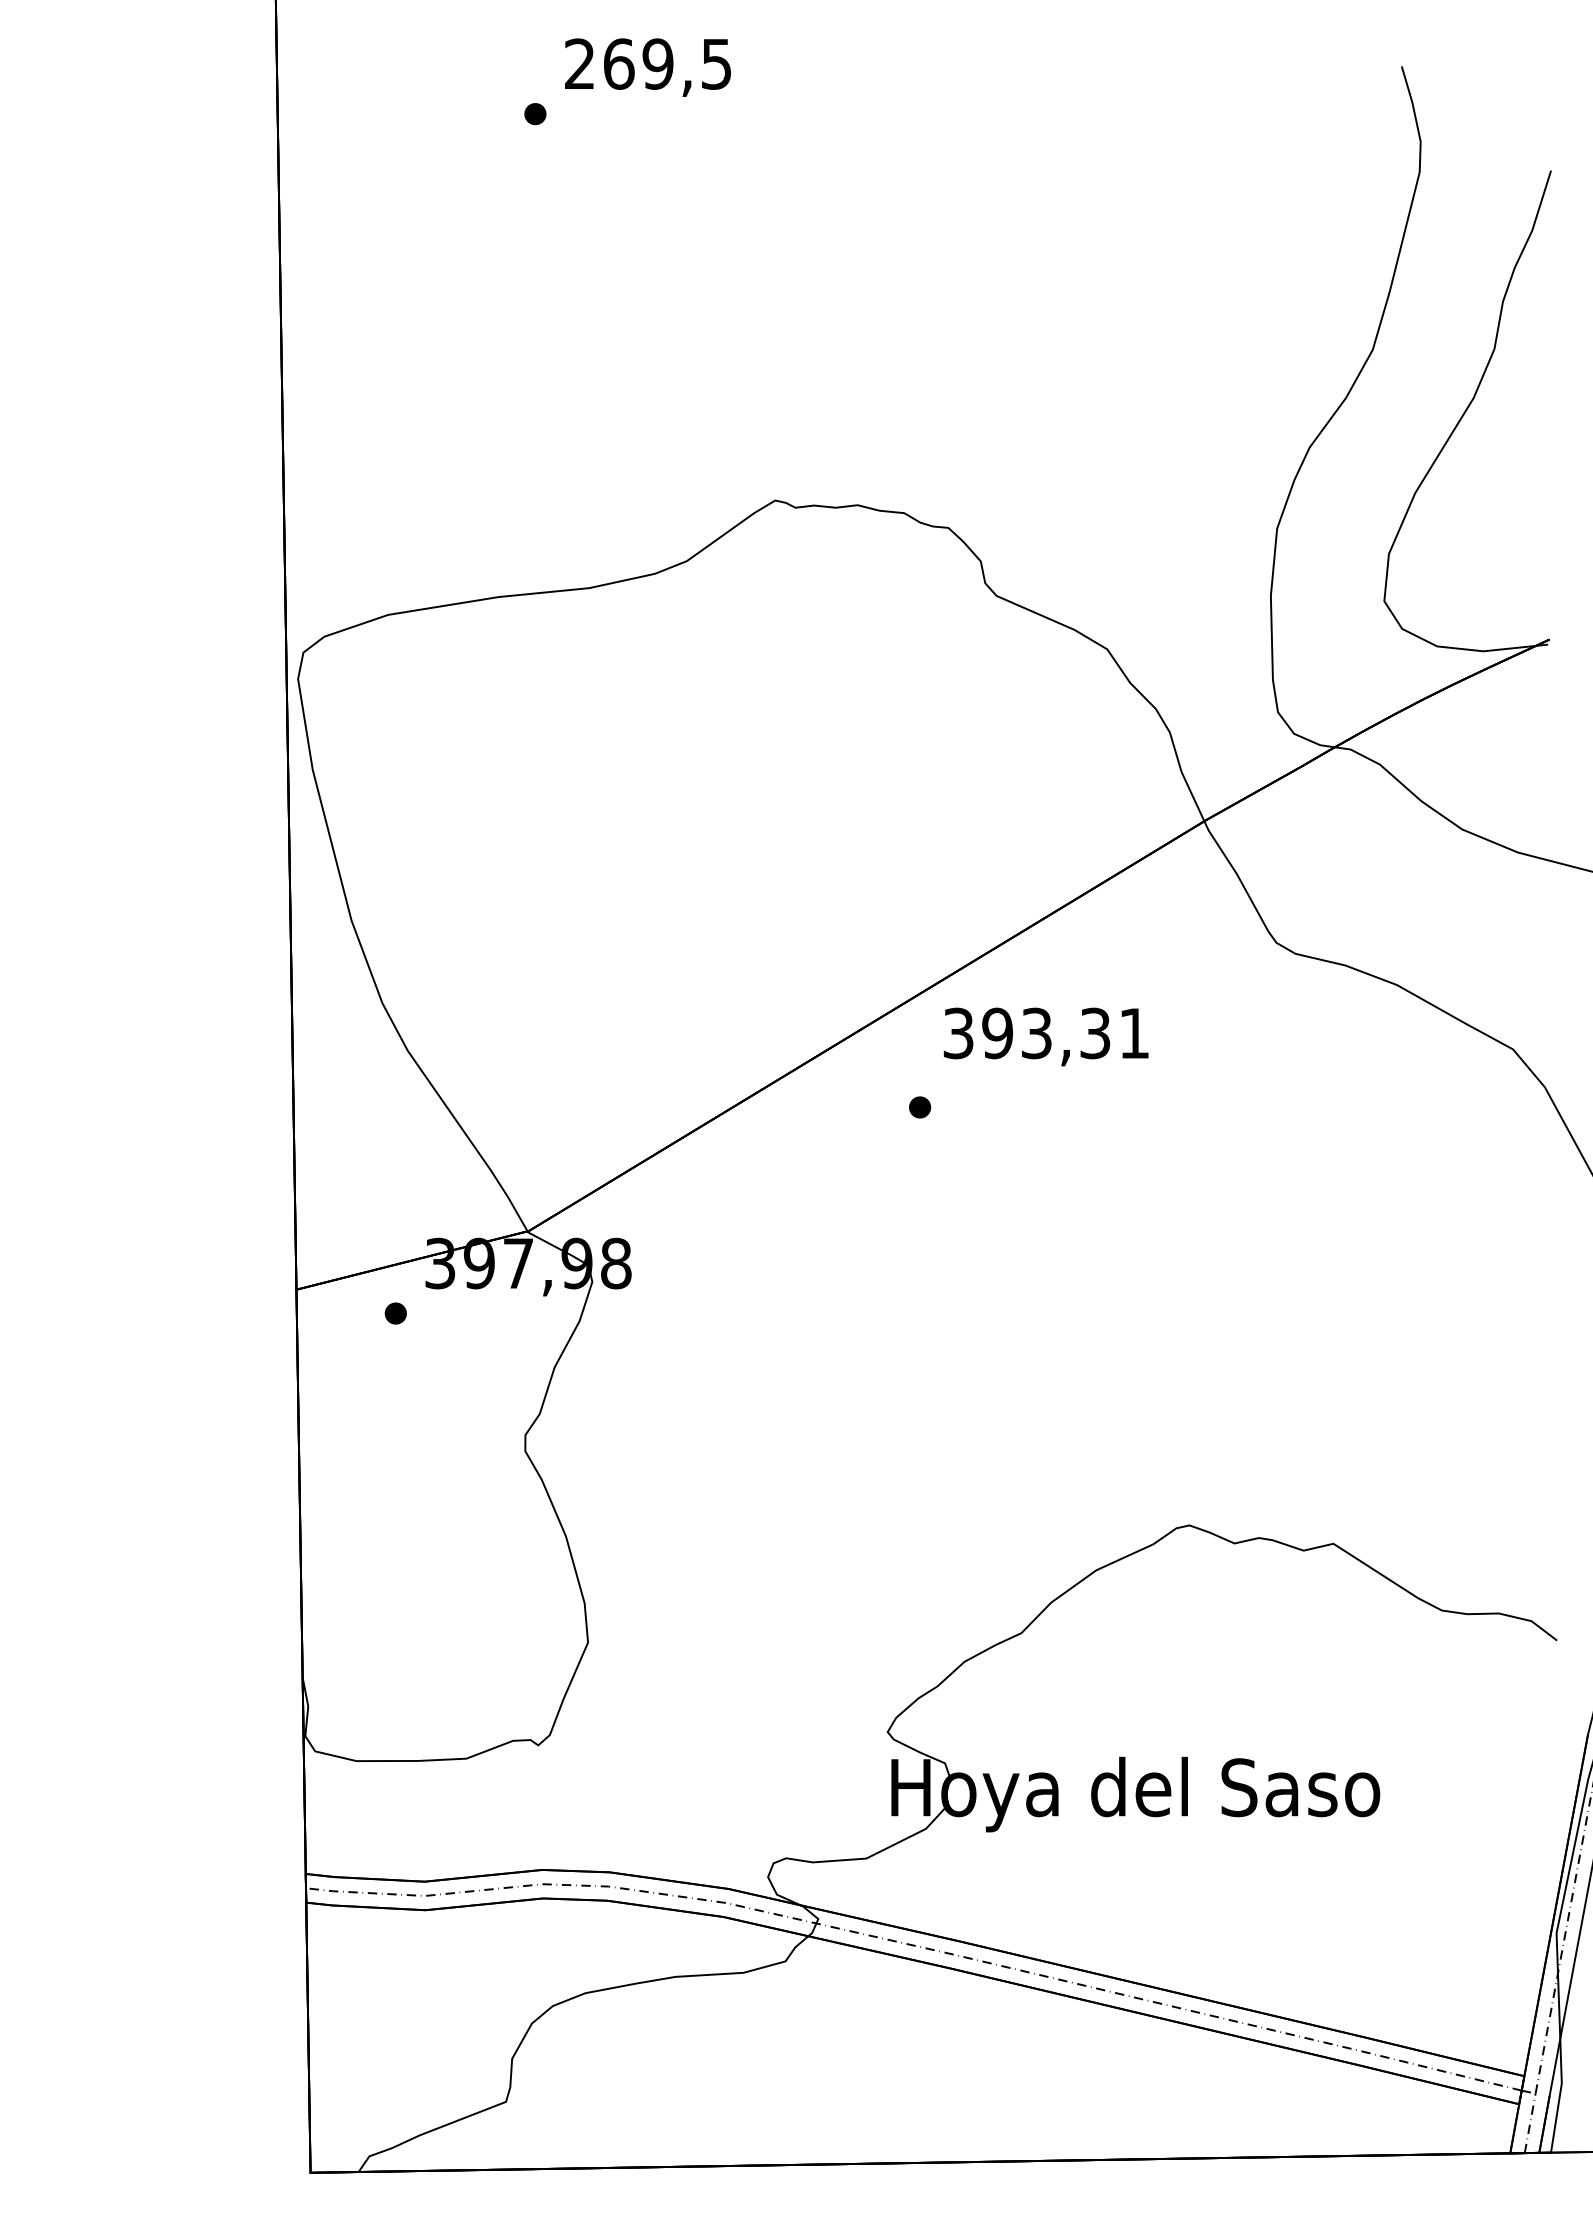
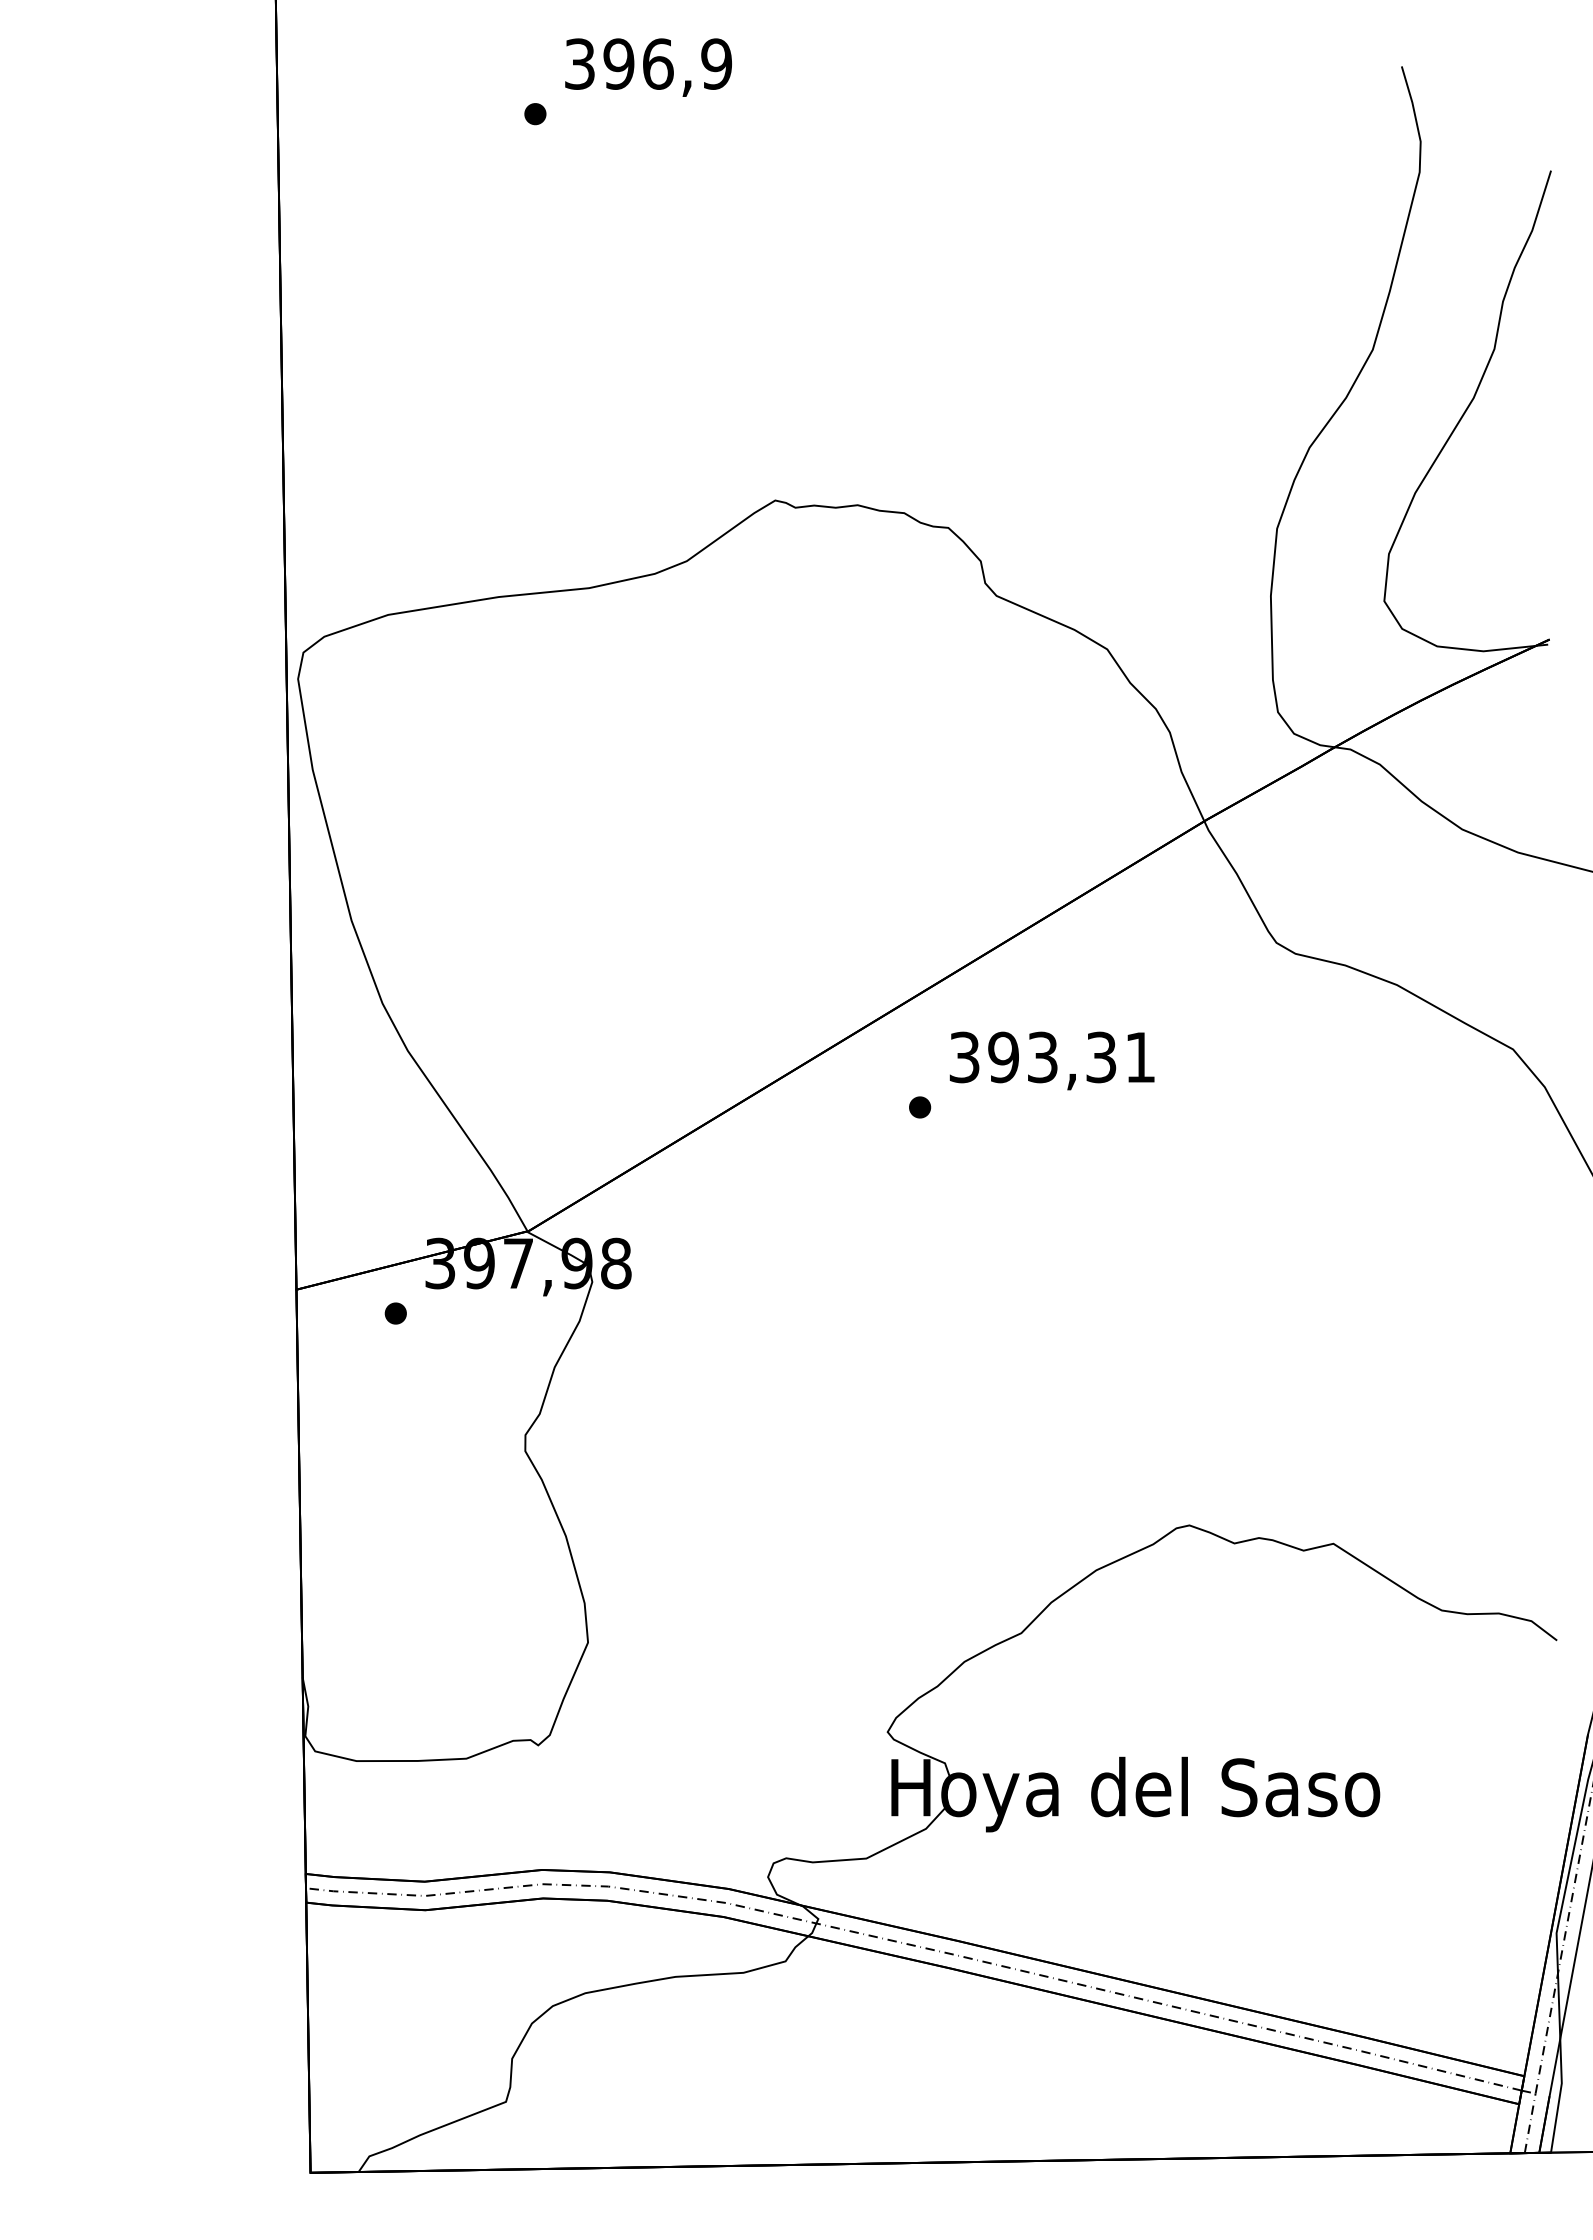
text at (648, 63): 269,5 -> 396,9
text at (1045, 1036) position: (1045, 1036) -> (1051, 1060)
